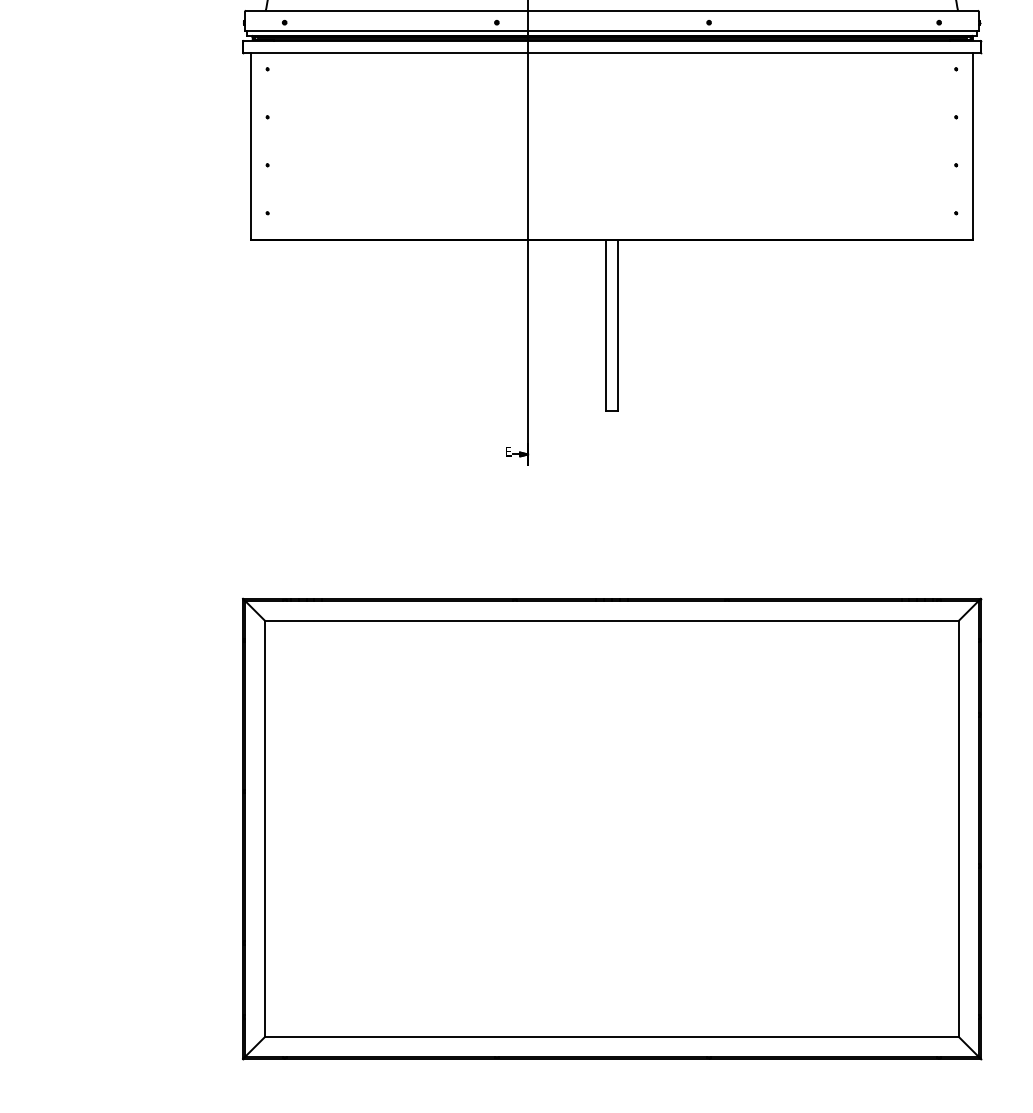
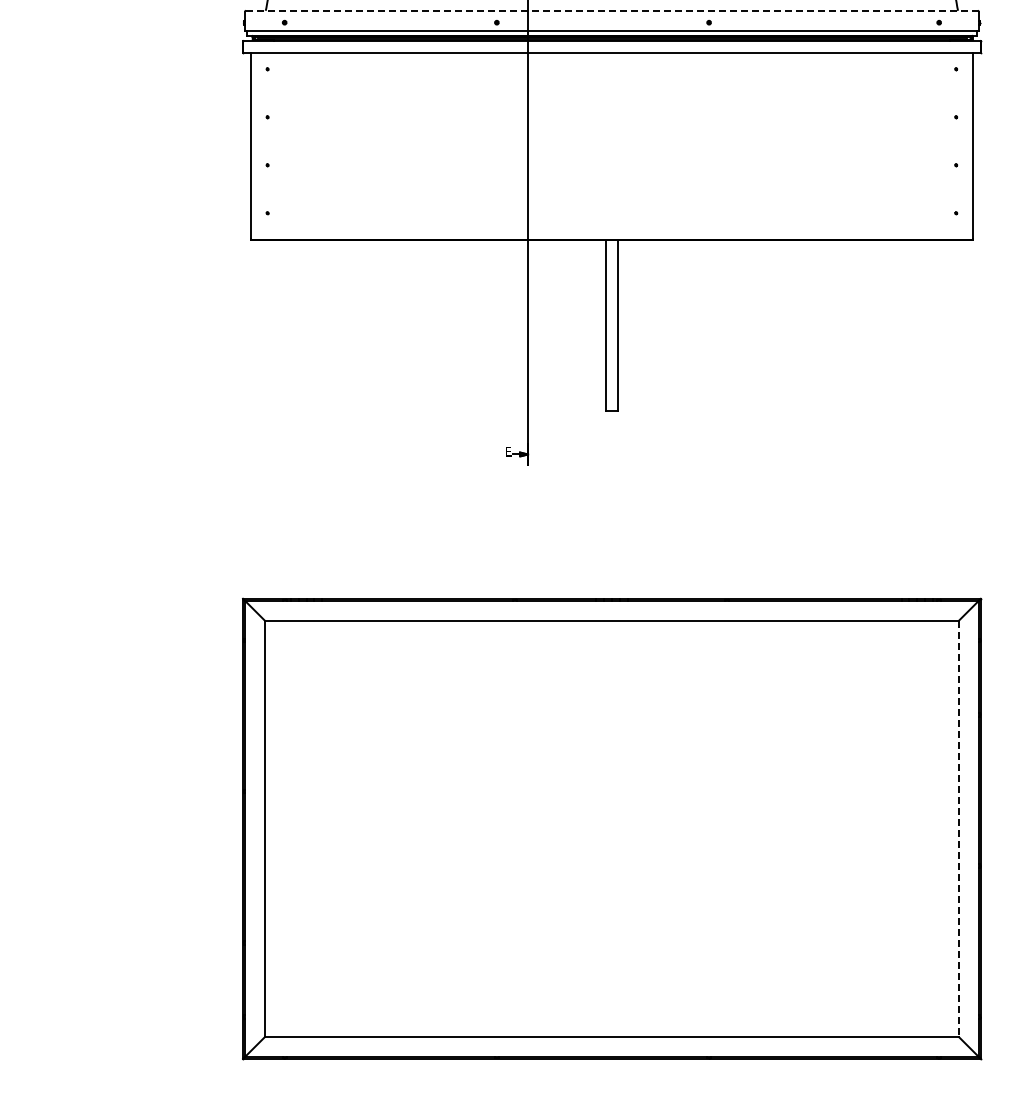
line at (611, 10): solid -> dashed
line at (959, 829): solid -> dashed
